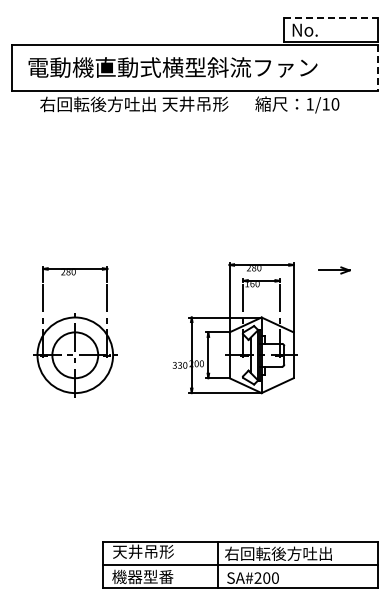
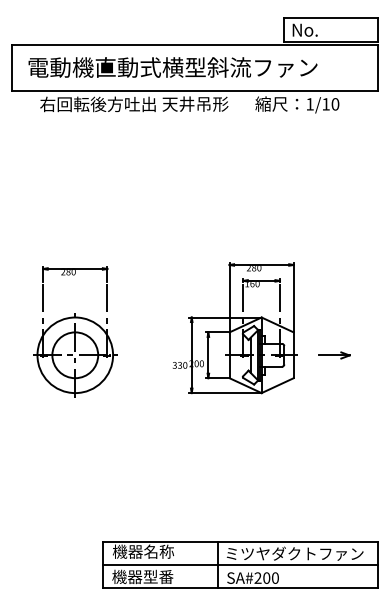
line at (331, 18): dashed -> solid
line at (378, 67): dashed -> solid
part at (334, 270) position: (334, 270) -> (334, 355)
text at (143, 551): 天井吊形 -> 機器名称
text at (294, 553): 右回転後方吐出 -> ミツヤダクトファン
